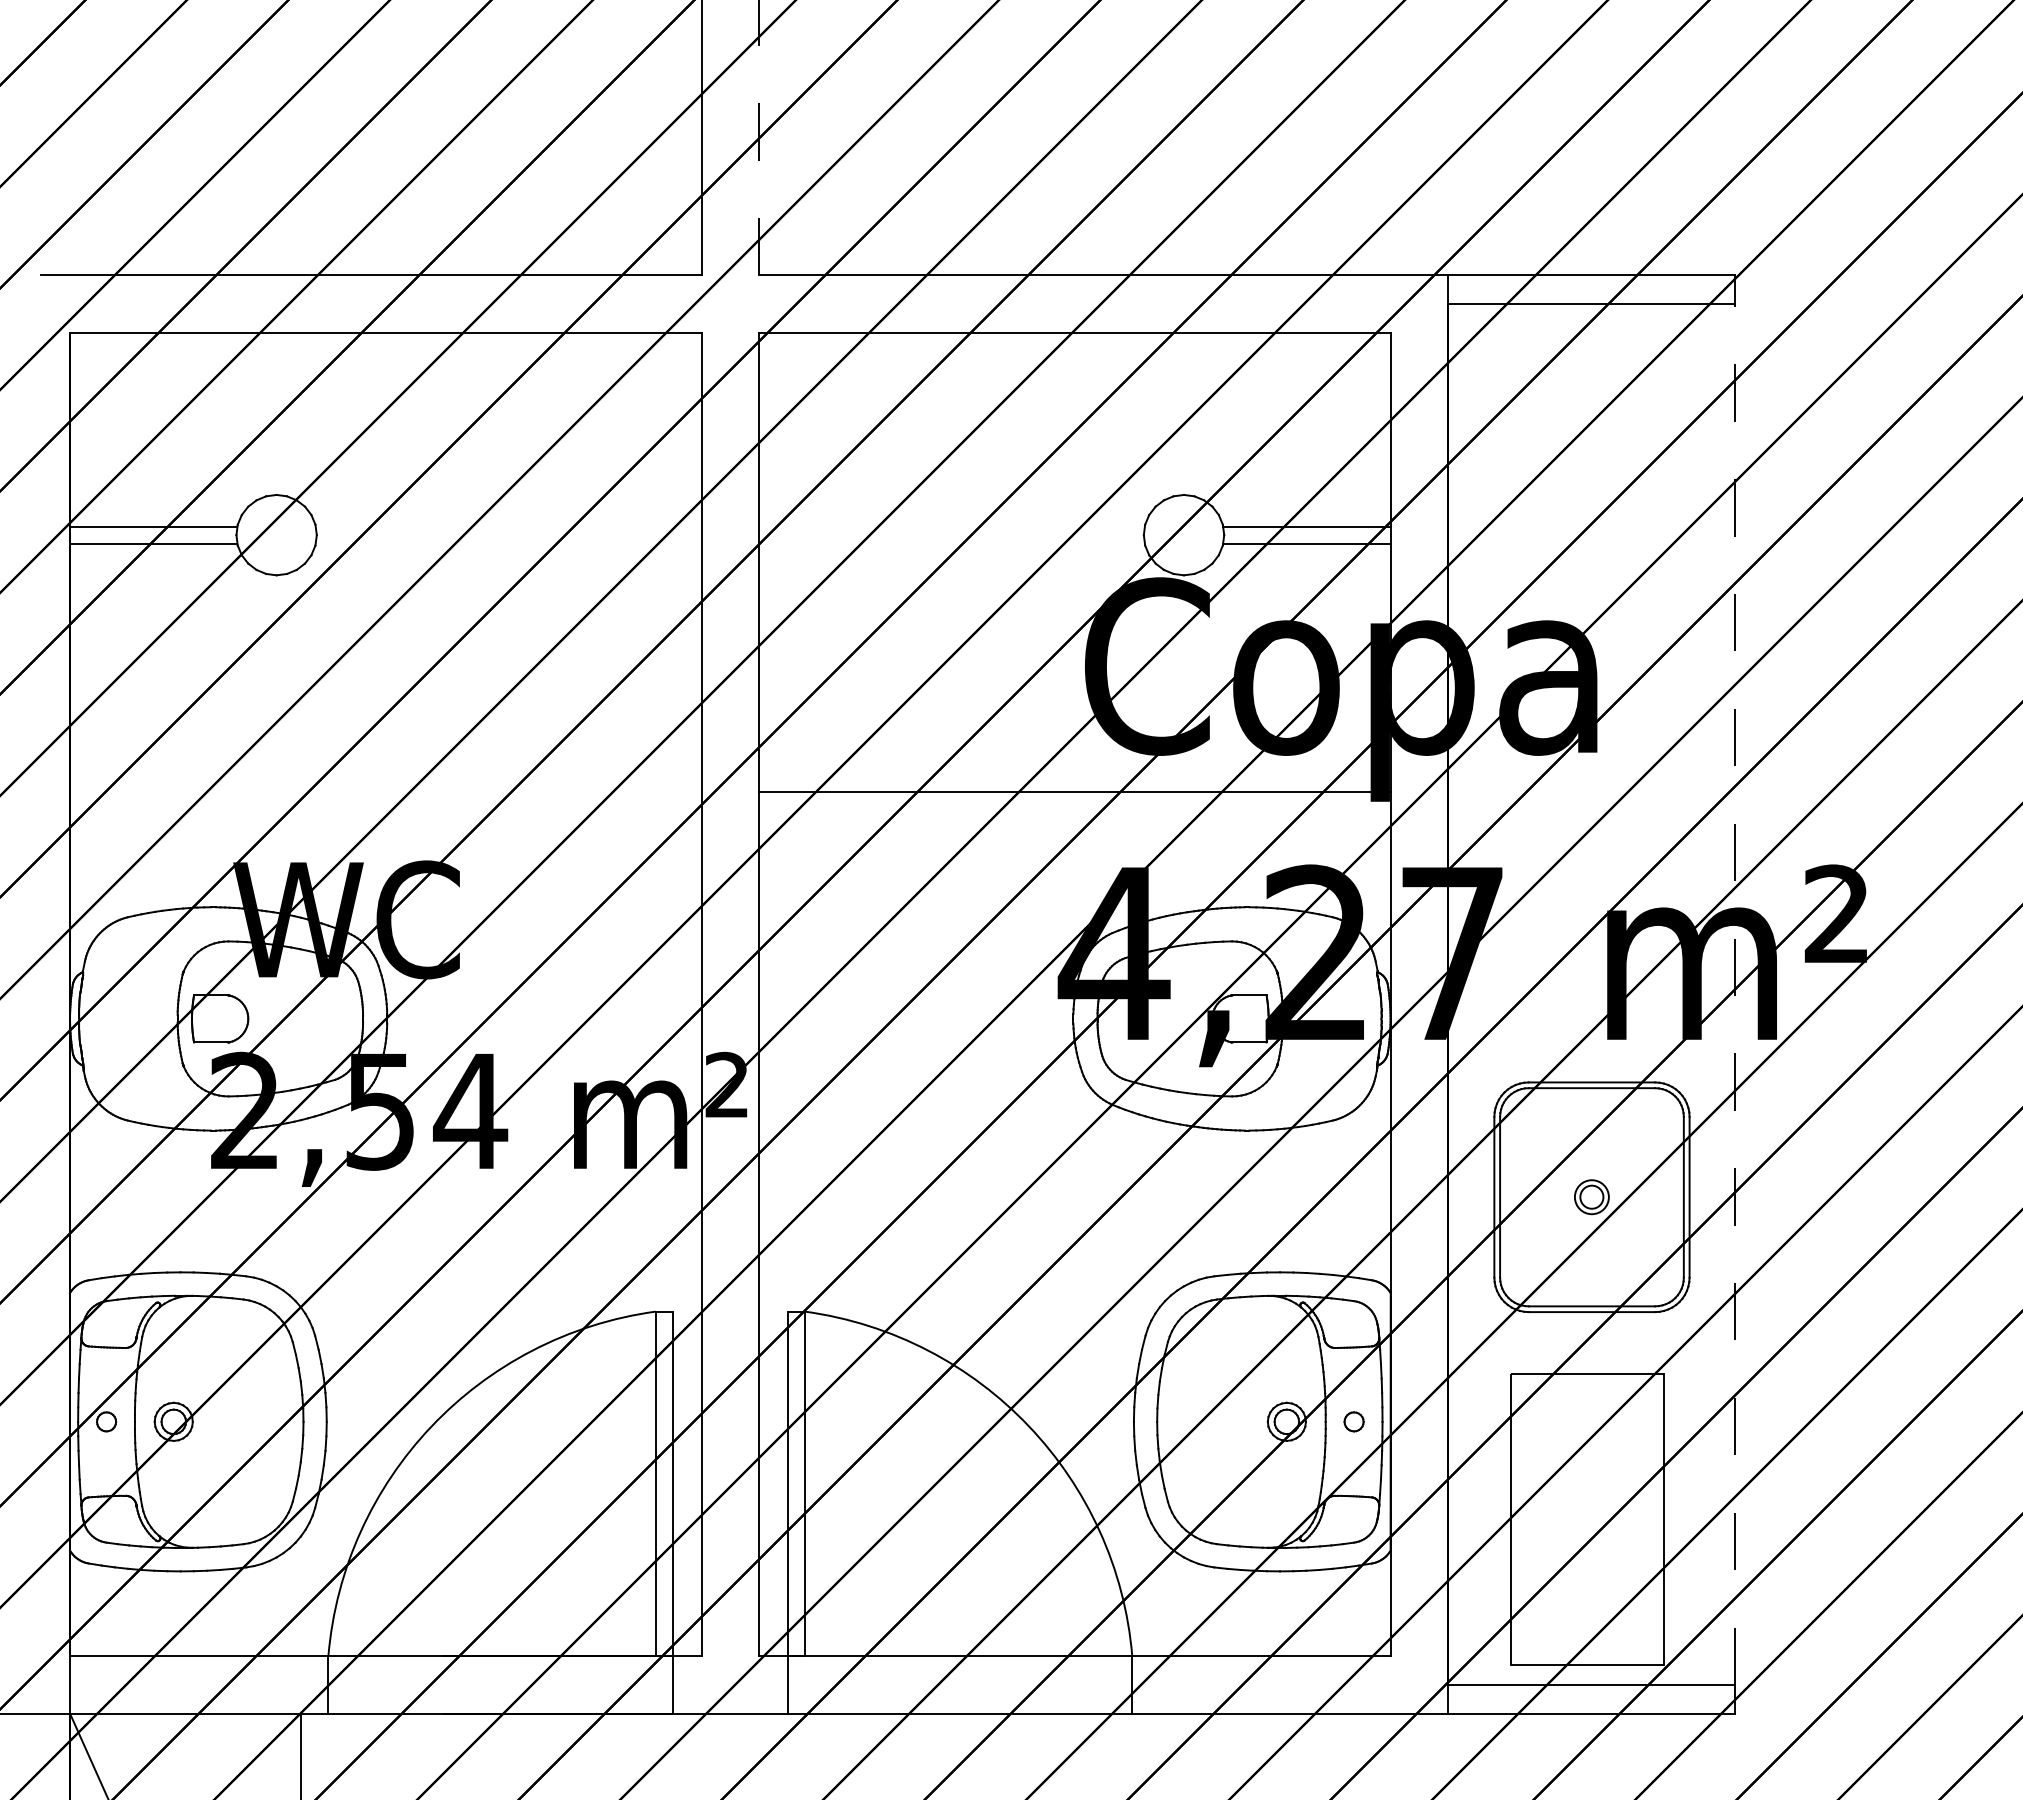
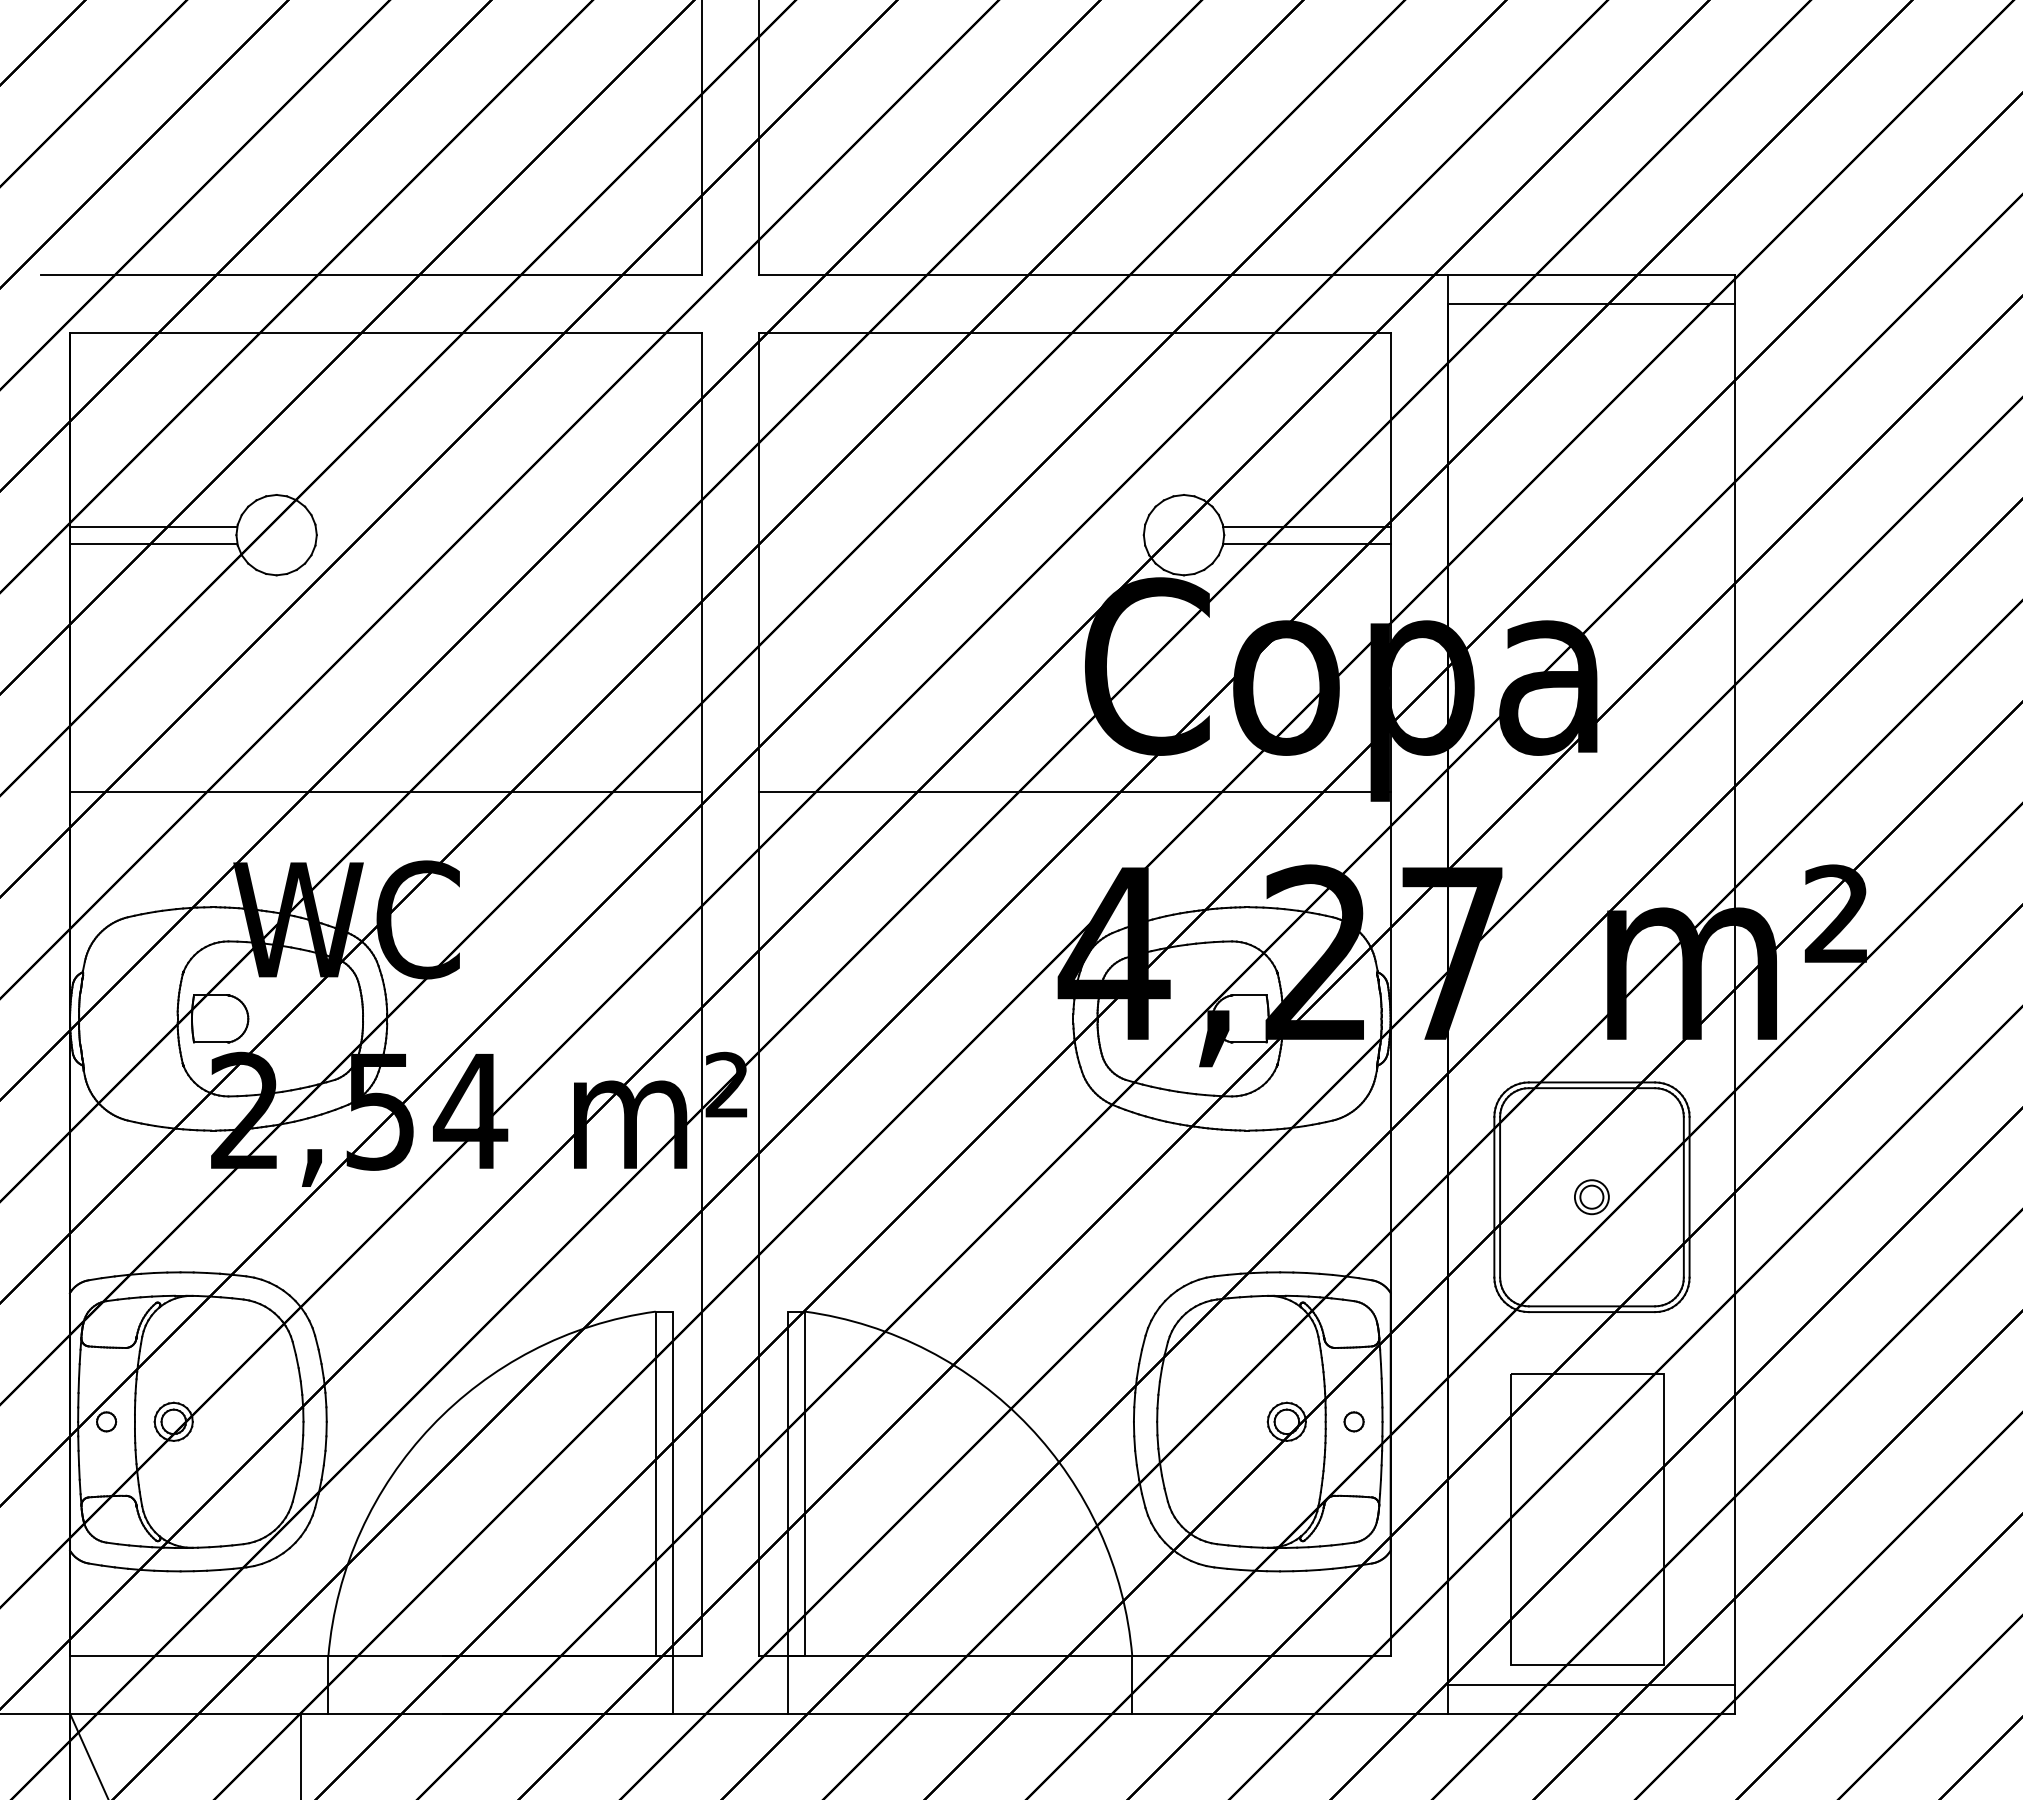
line at (759, 137): dashed -> solid
line at (385, 792): none -> present
line at (1735, 994): dashed -> solid
